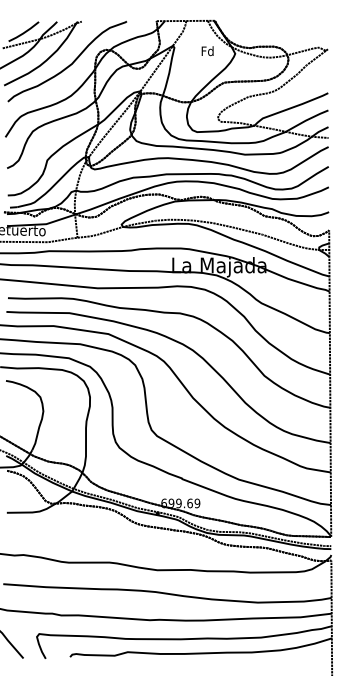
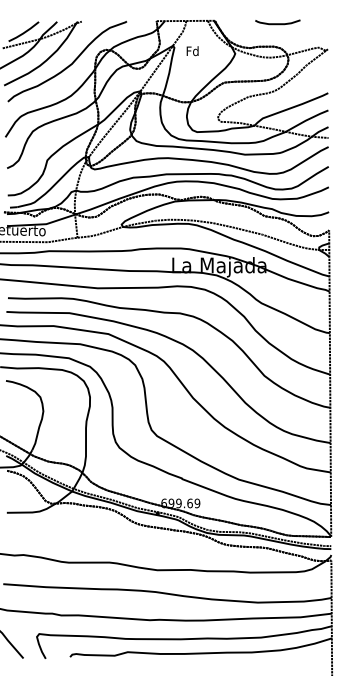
curve at (277, 23): none -> present
text at (207, 51) position: (207, 51) -> (192, 51)
